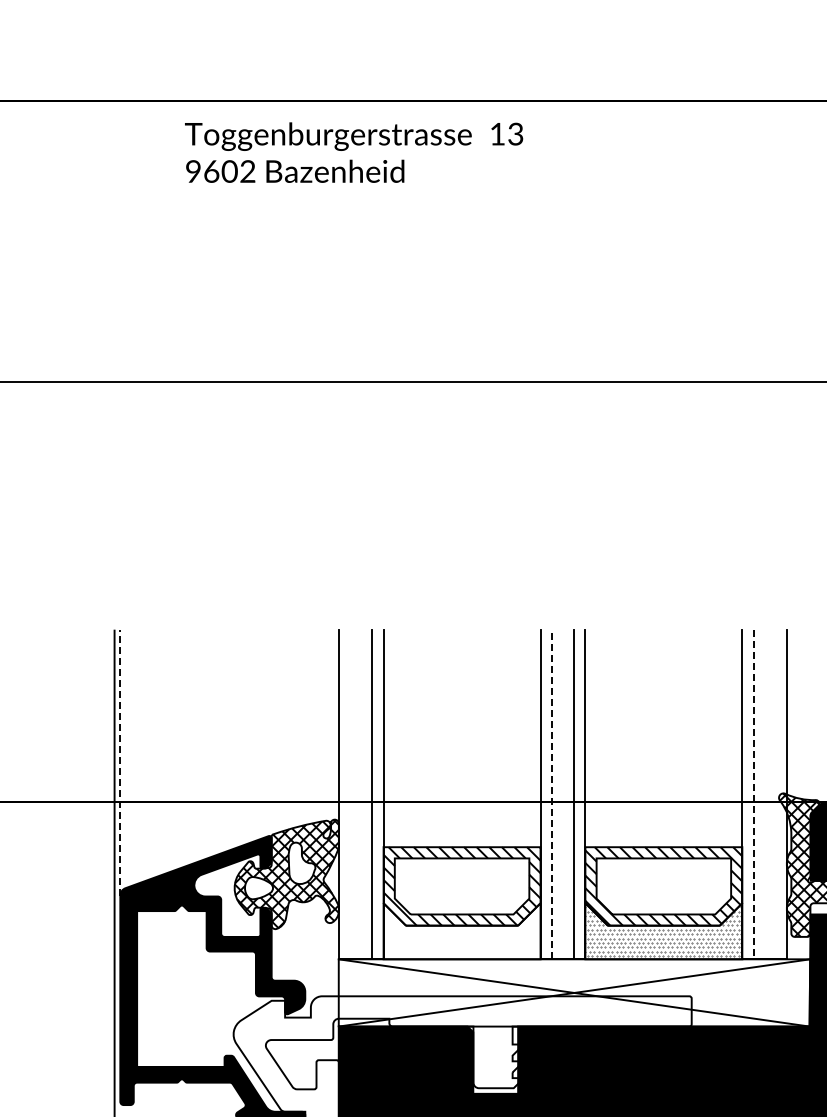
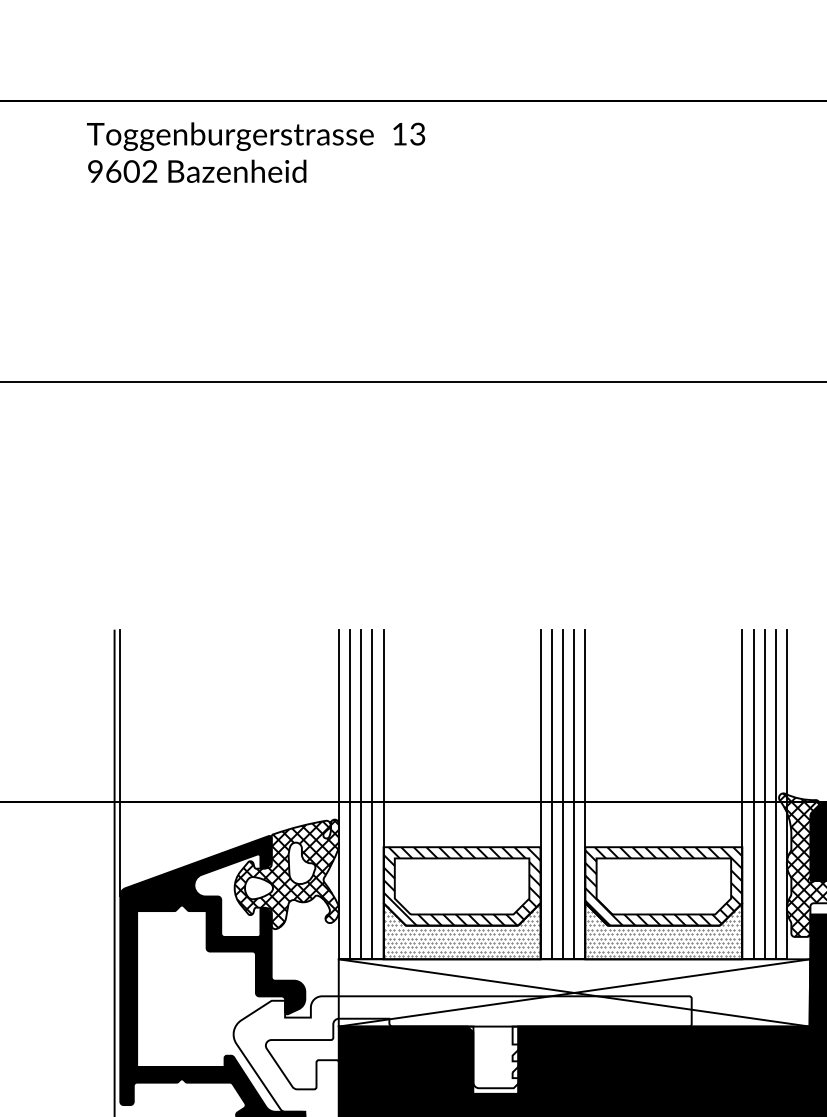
text at (354, 152) position: (354, 152) -> (256, 152)
line at (120, 762): dashed -> solid
line at (349, 794): none -> present
line at (361, 794): none -> present
line at (551, 794): dashed -> solid
line at (562, 794): none -> present
line at (753, 794): dashed -> solid
line at (764, 794): none -> present
line at (775, 794): none -> present
hatch at (461, 931): none -> present
